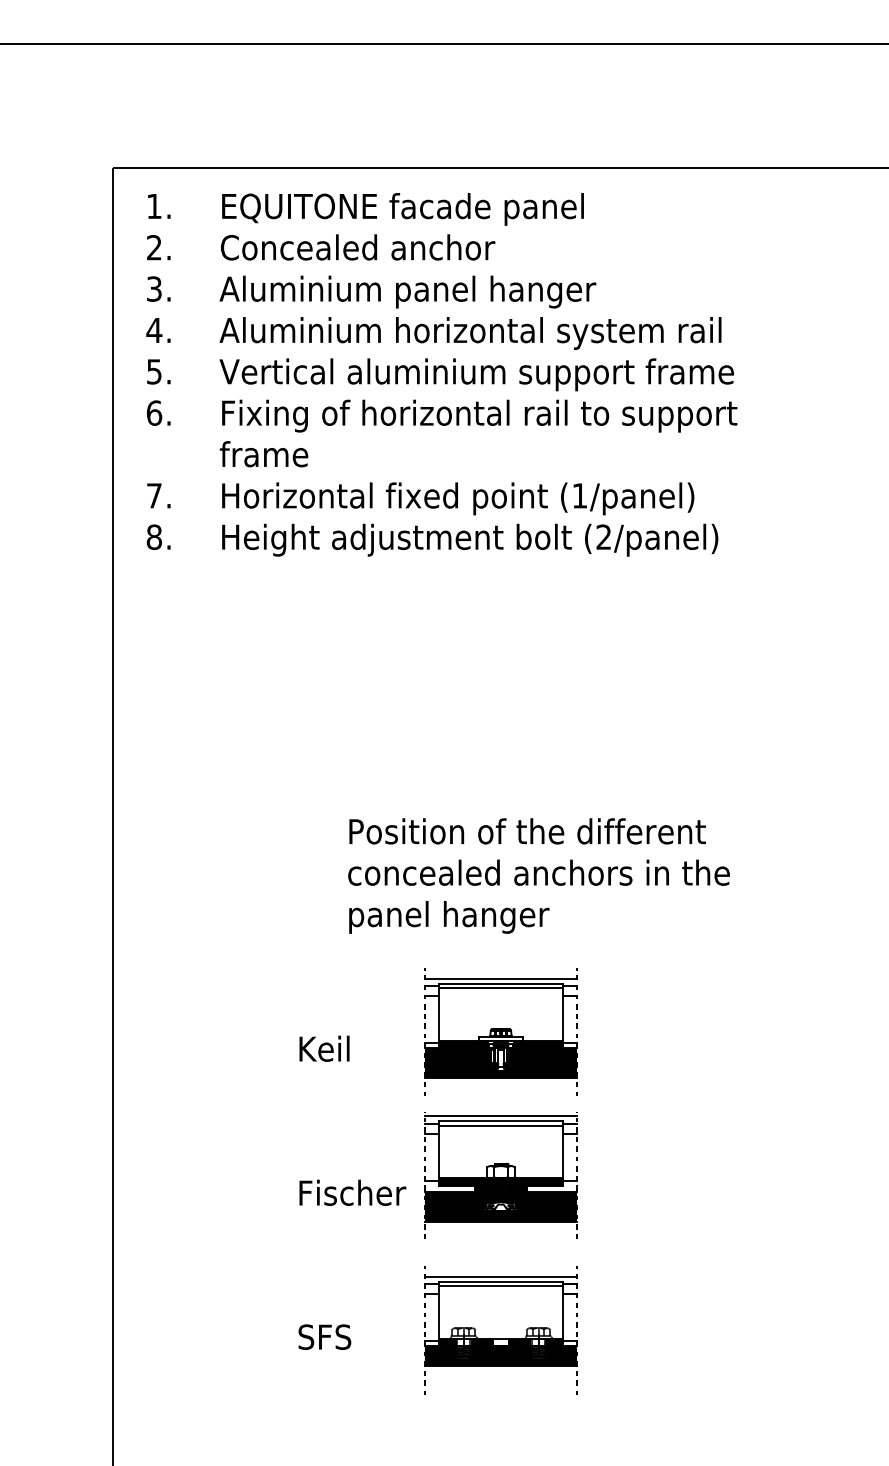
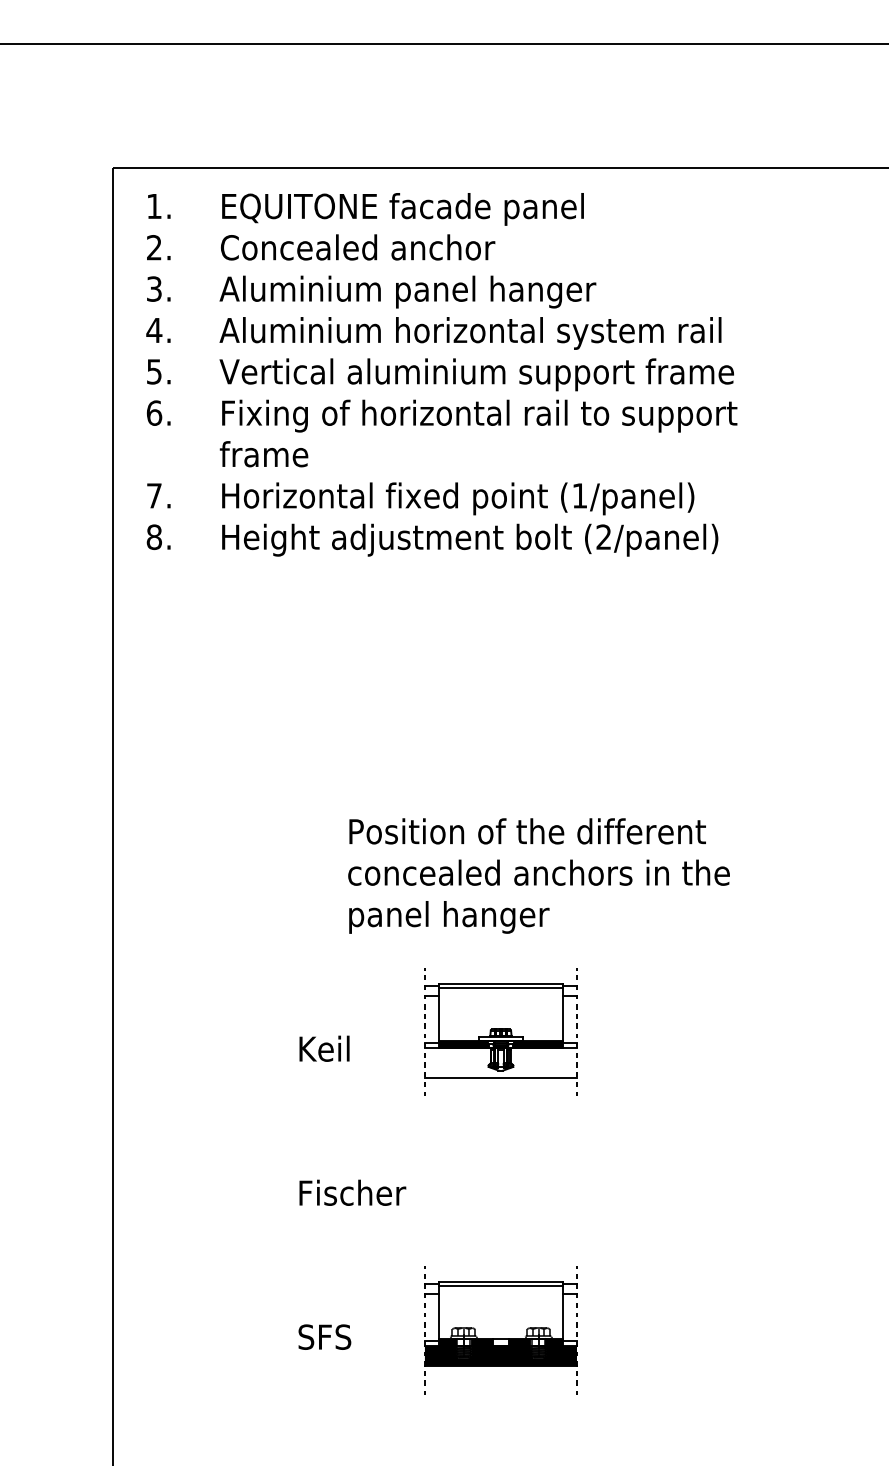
line at (500, 978): present -> none
fill at (500, 1062): present -> none
part at (500, 1175): present -> none
line at (500, 1276): present -> none
